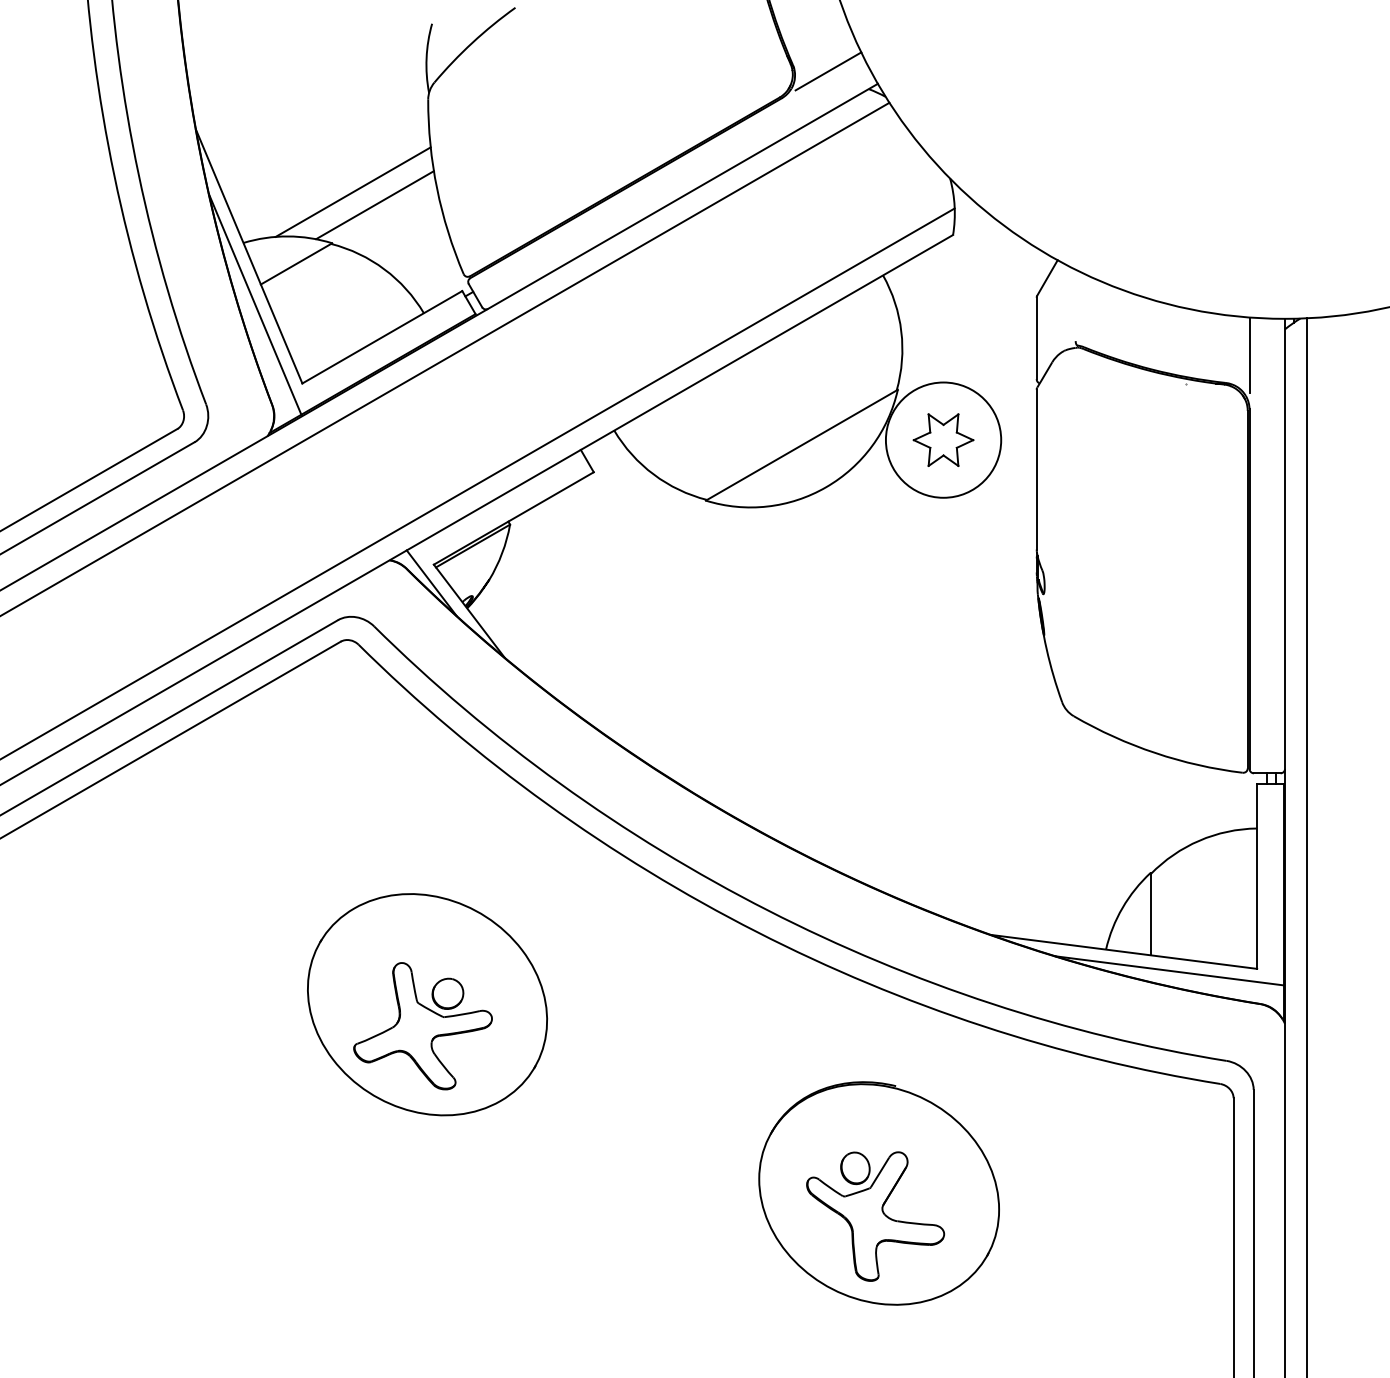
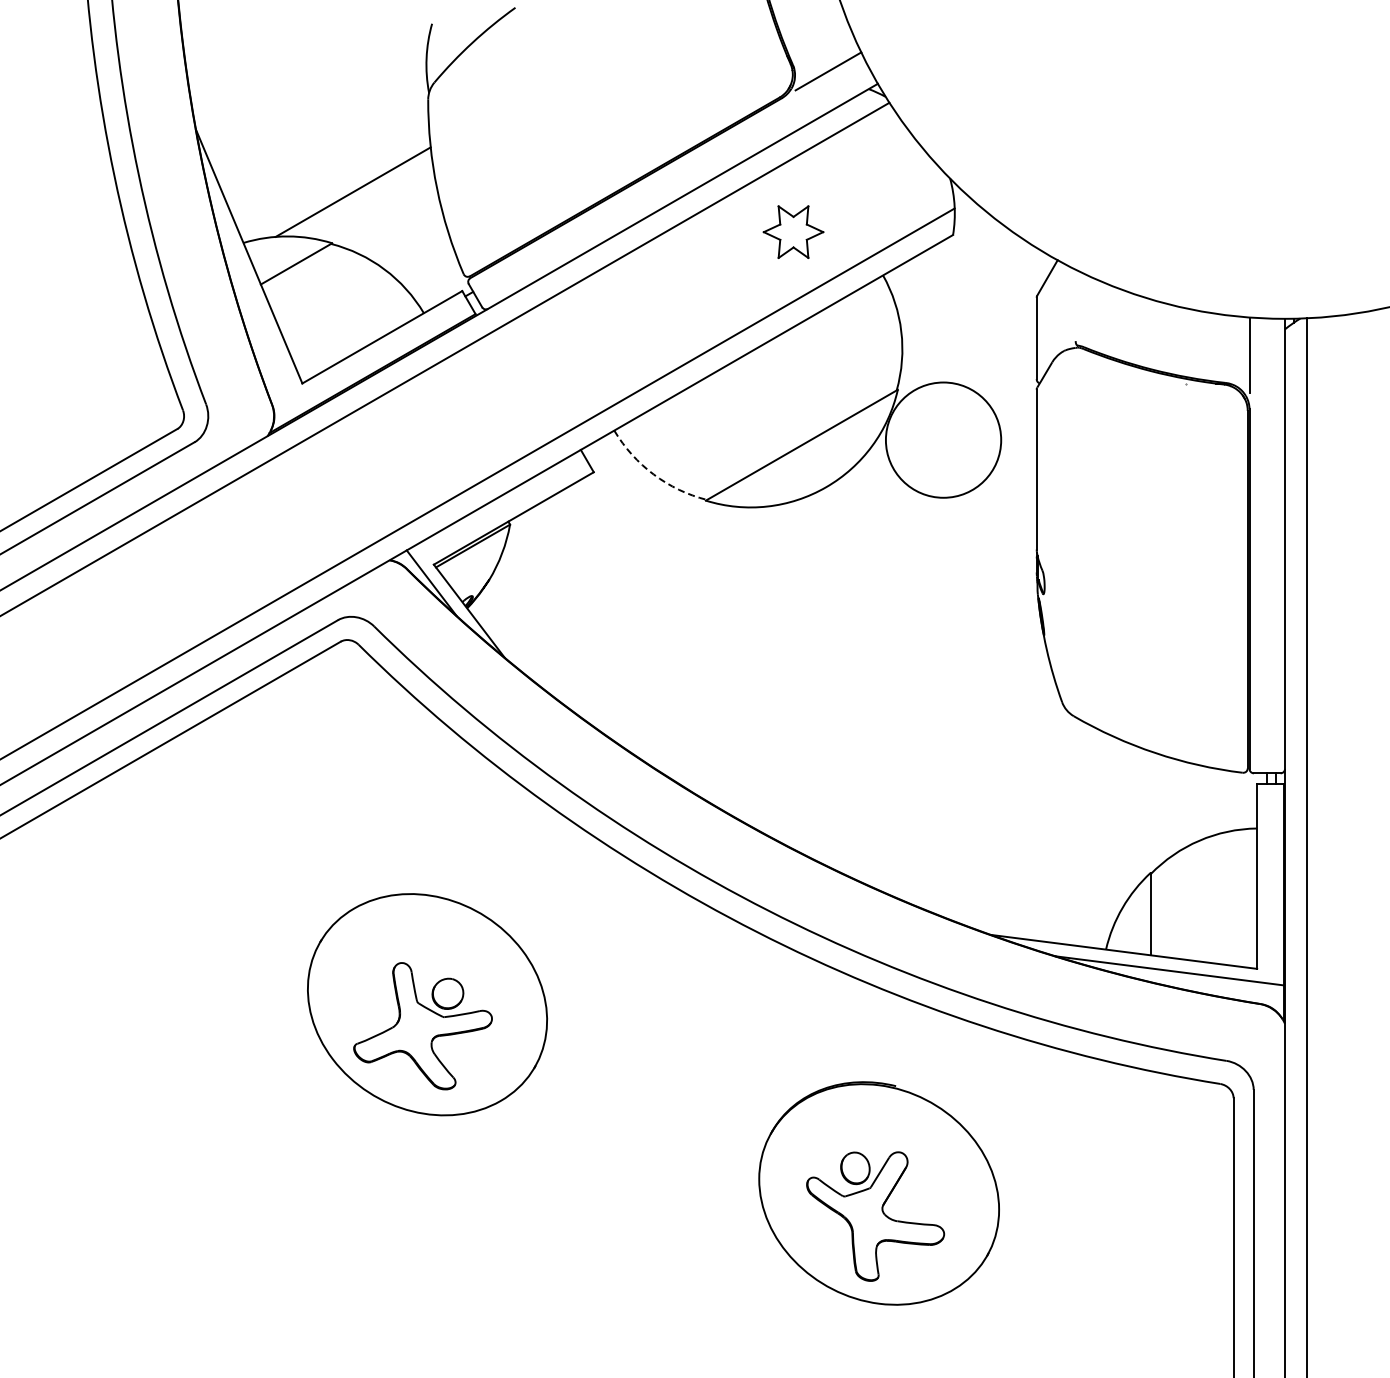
line at (374, 205): present -> none
line at (254, 304): present -> none
part at (943, 439) position: (943, 439) -> (793, 231)
arc at (653, 474): solid -> dashed
